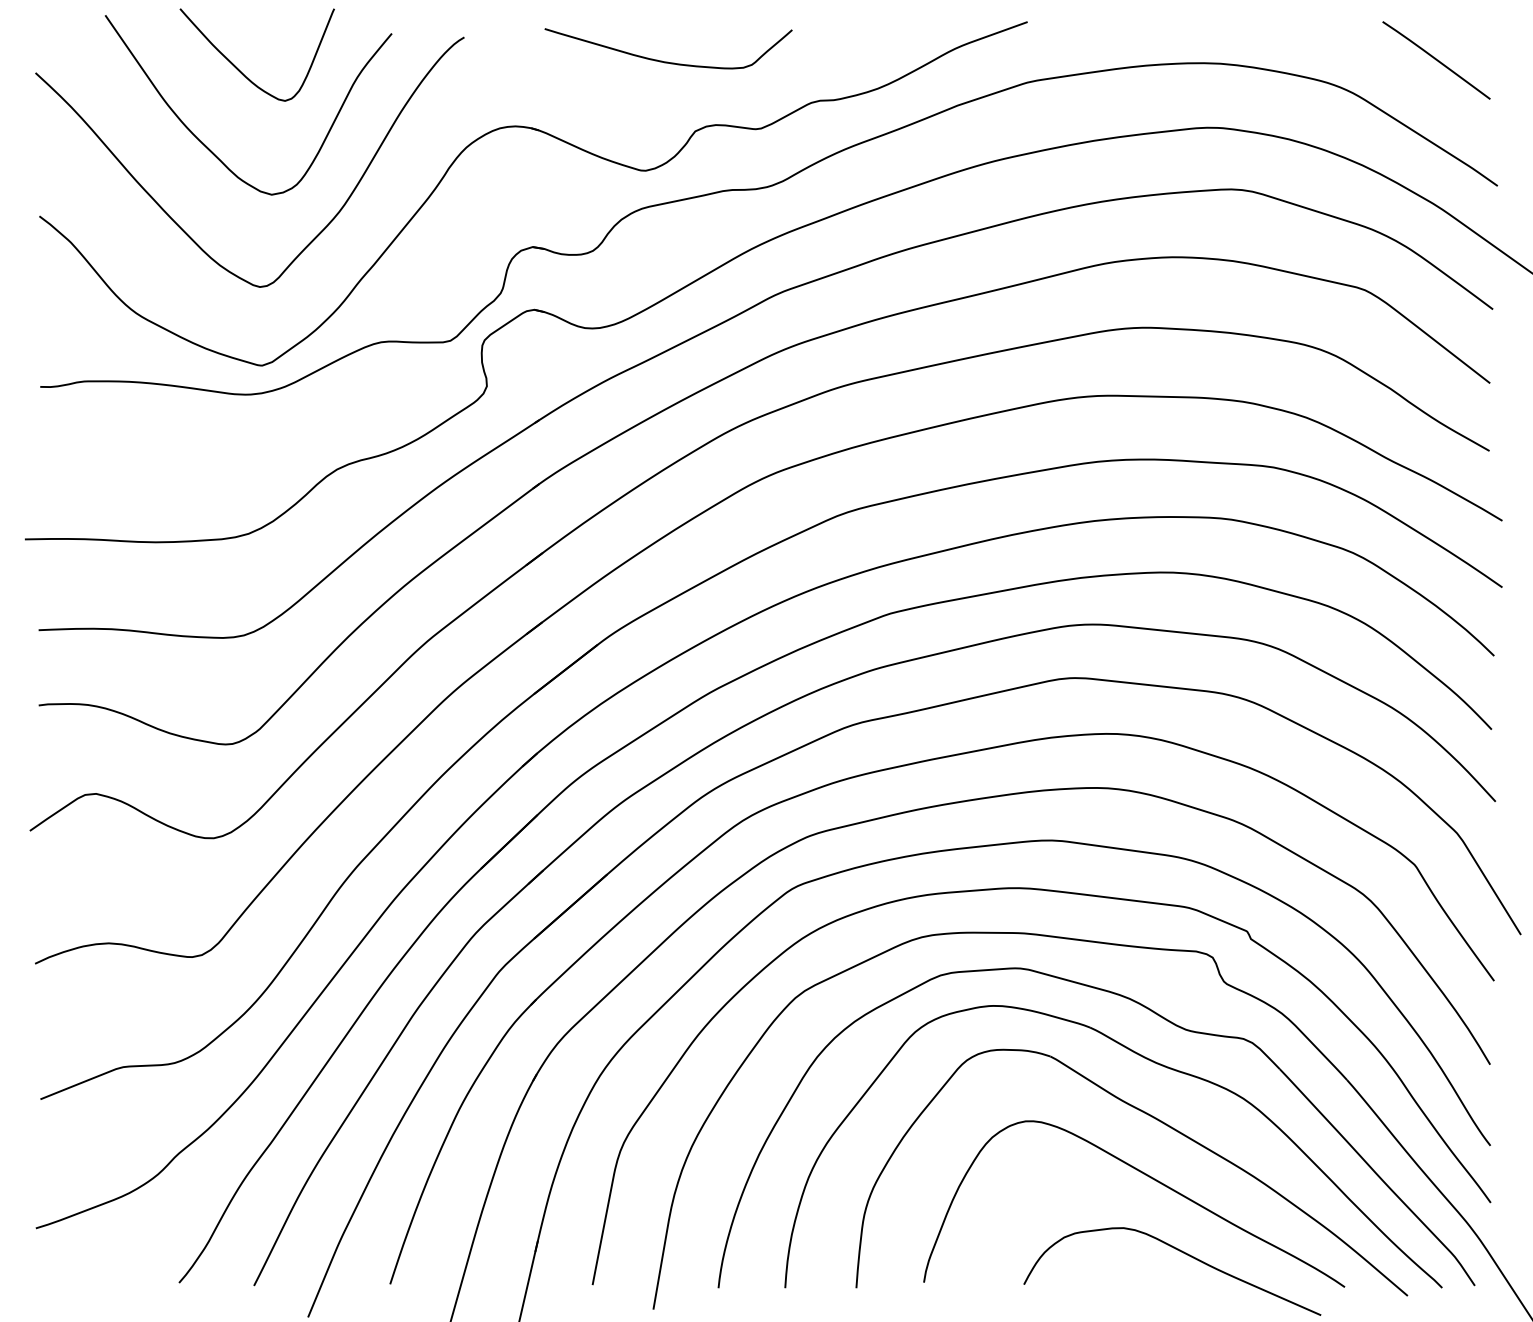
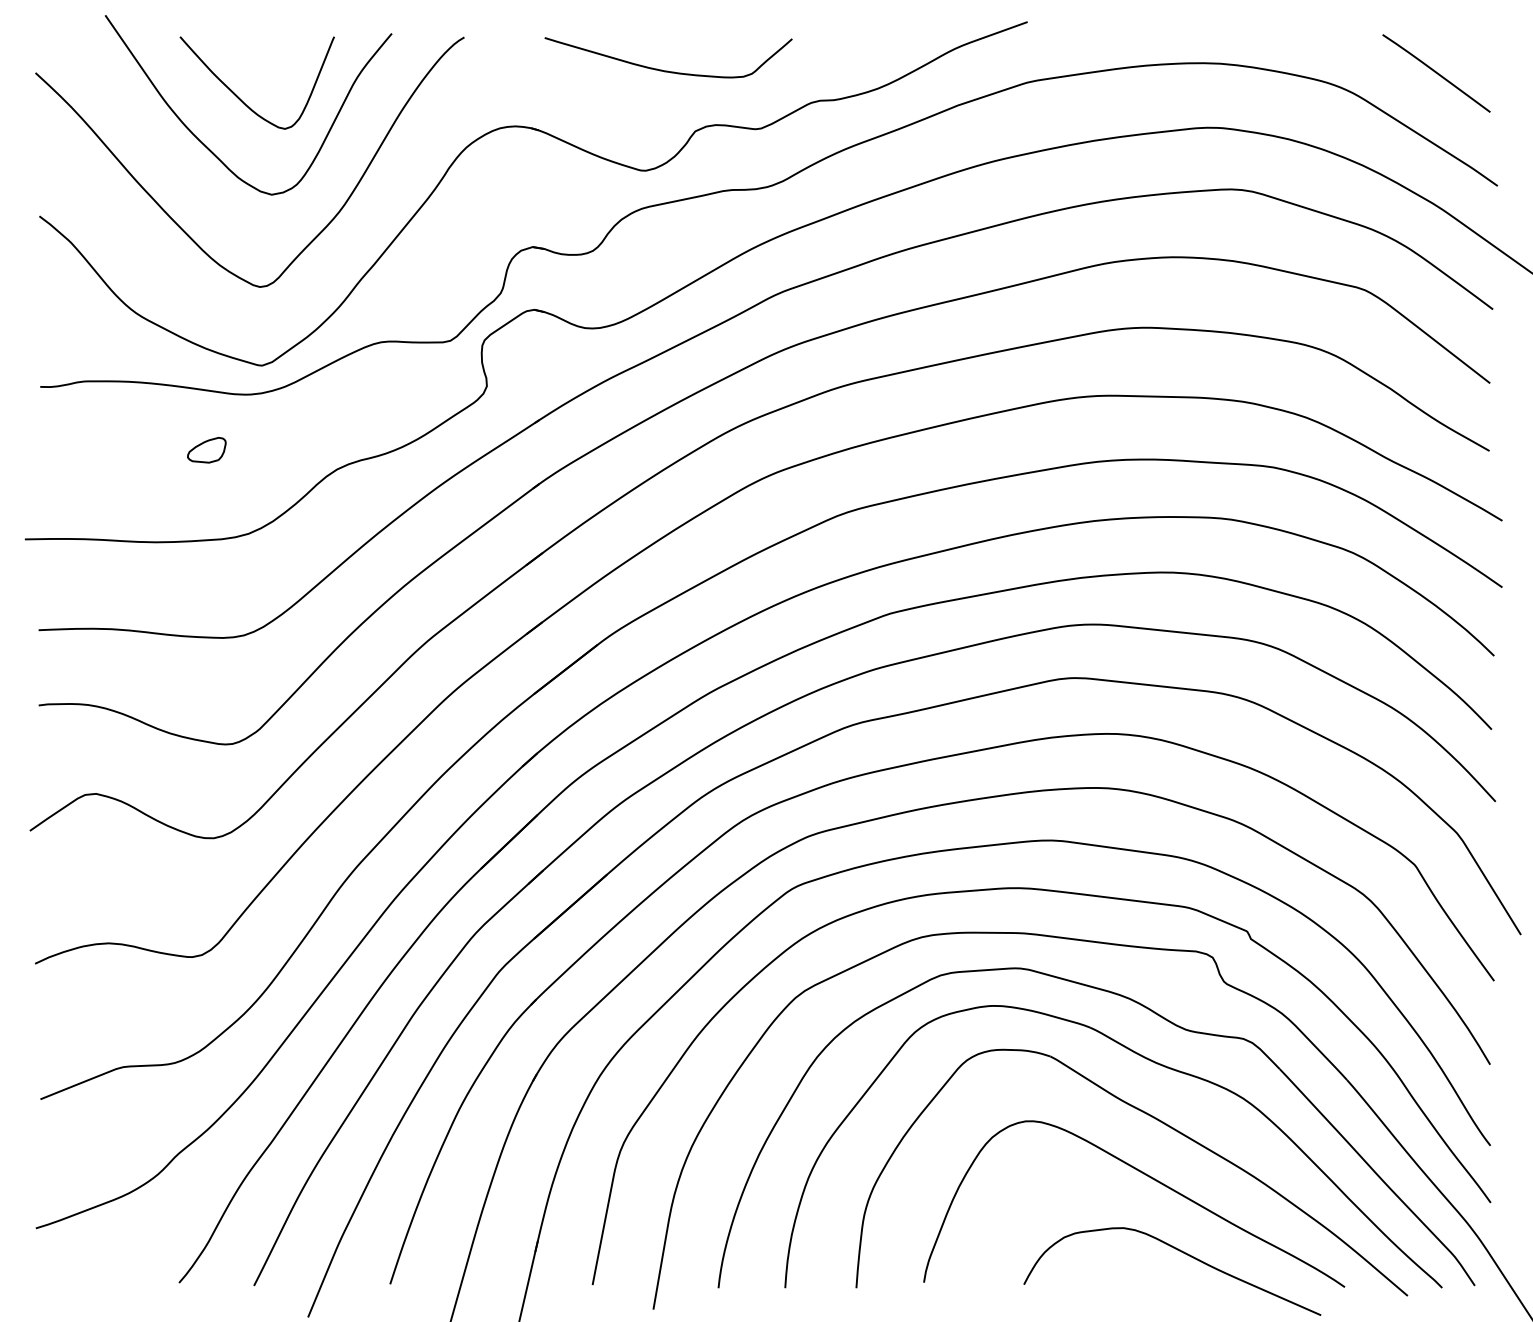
line at (1436, 60) position: (1436, 60) -> (1436, 73)
curve at (667, 61) position: (667, 61) -> (667, 70)
curve at (240, 70) position: (240, 70) -> (240, 98)
part at (206, 449): none -> present
